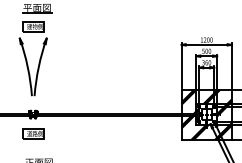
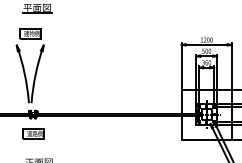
part at (32, 58) position: (32, 58) -> (29, 65)
hatch at (206, 114): present -> none
